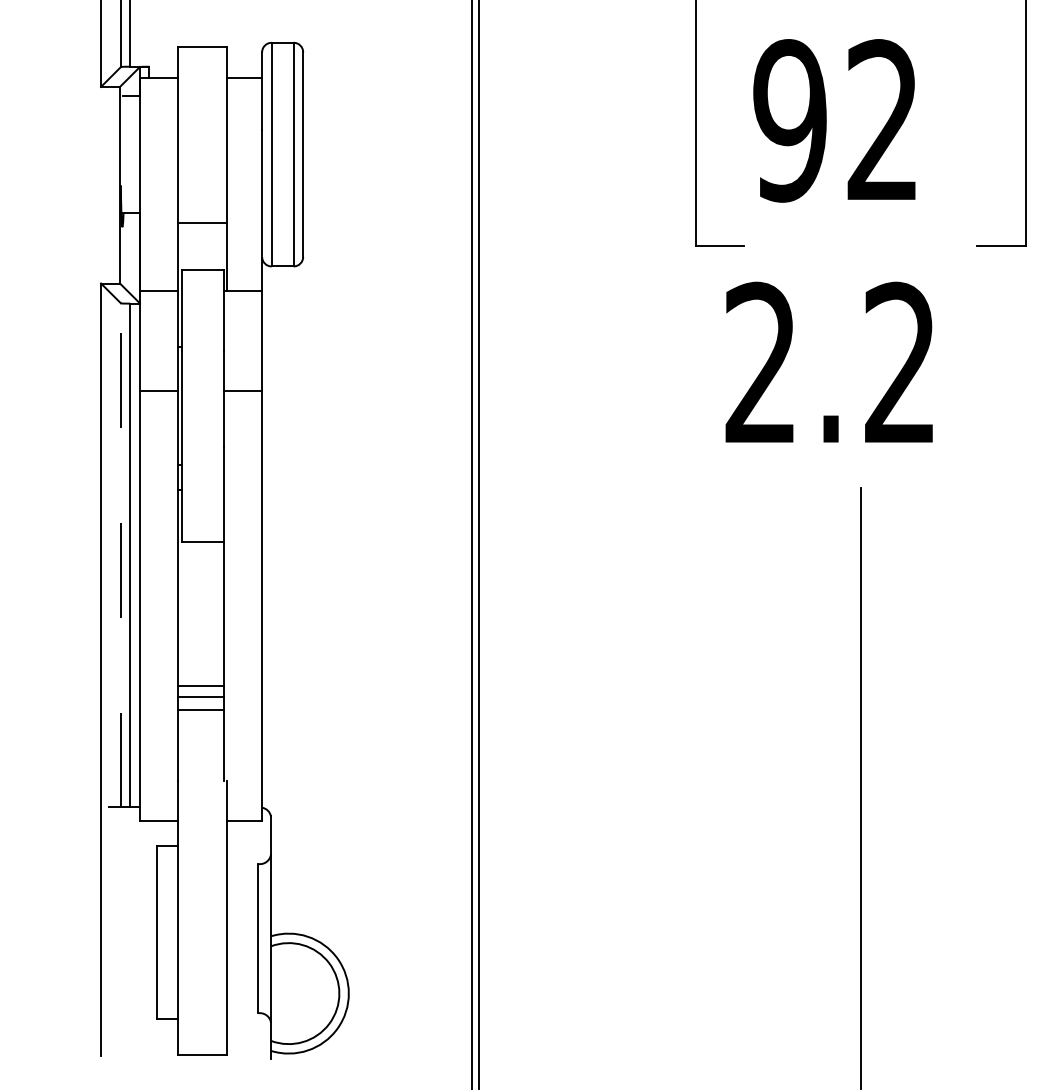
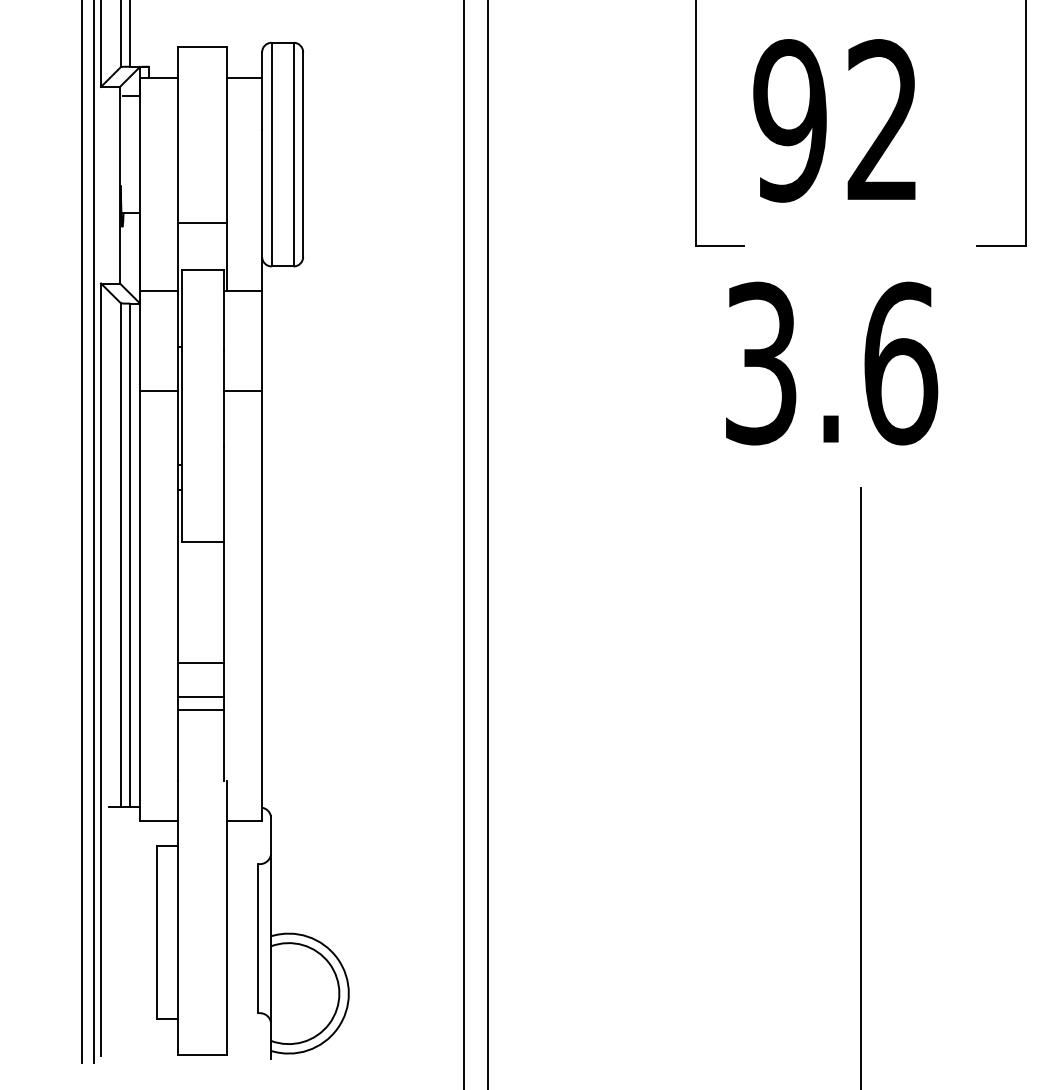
text at (831, 363): 2.2 -> 3.6
line at (81, 532): none -> present
line at (94, 532): none -> present
line at (472, 544) position: (472, 544) -> (464, 544)
line at (478, 544) position: (478, 544) -> (487, 544)
line at (120, 555): dashed -> solid
line at (201, 685) position: (201, 685) -> (201, 662)
